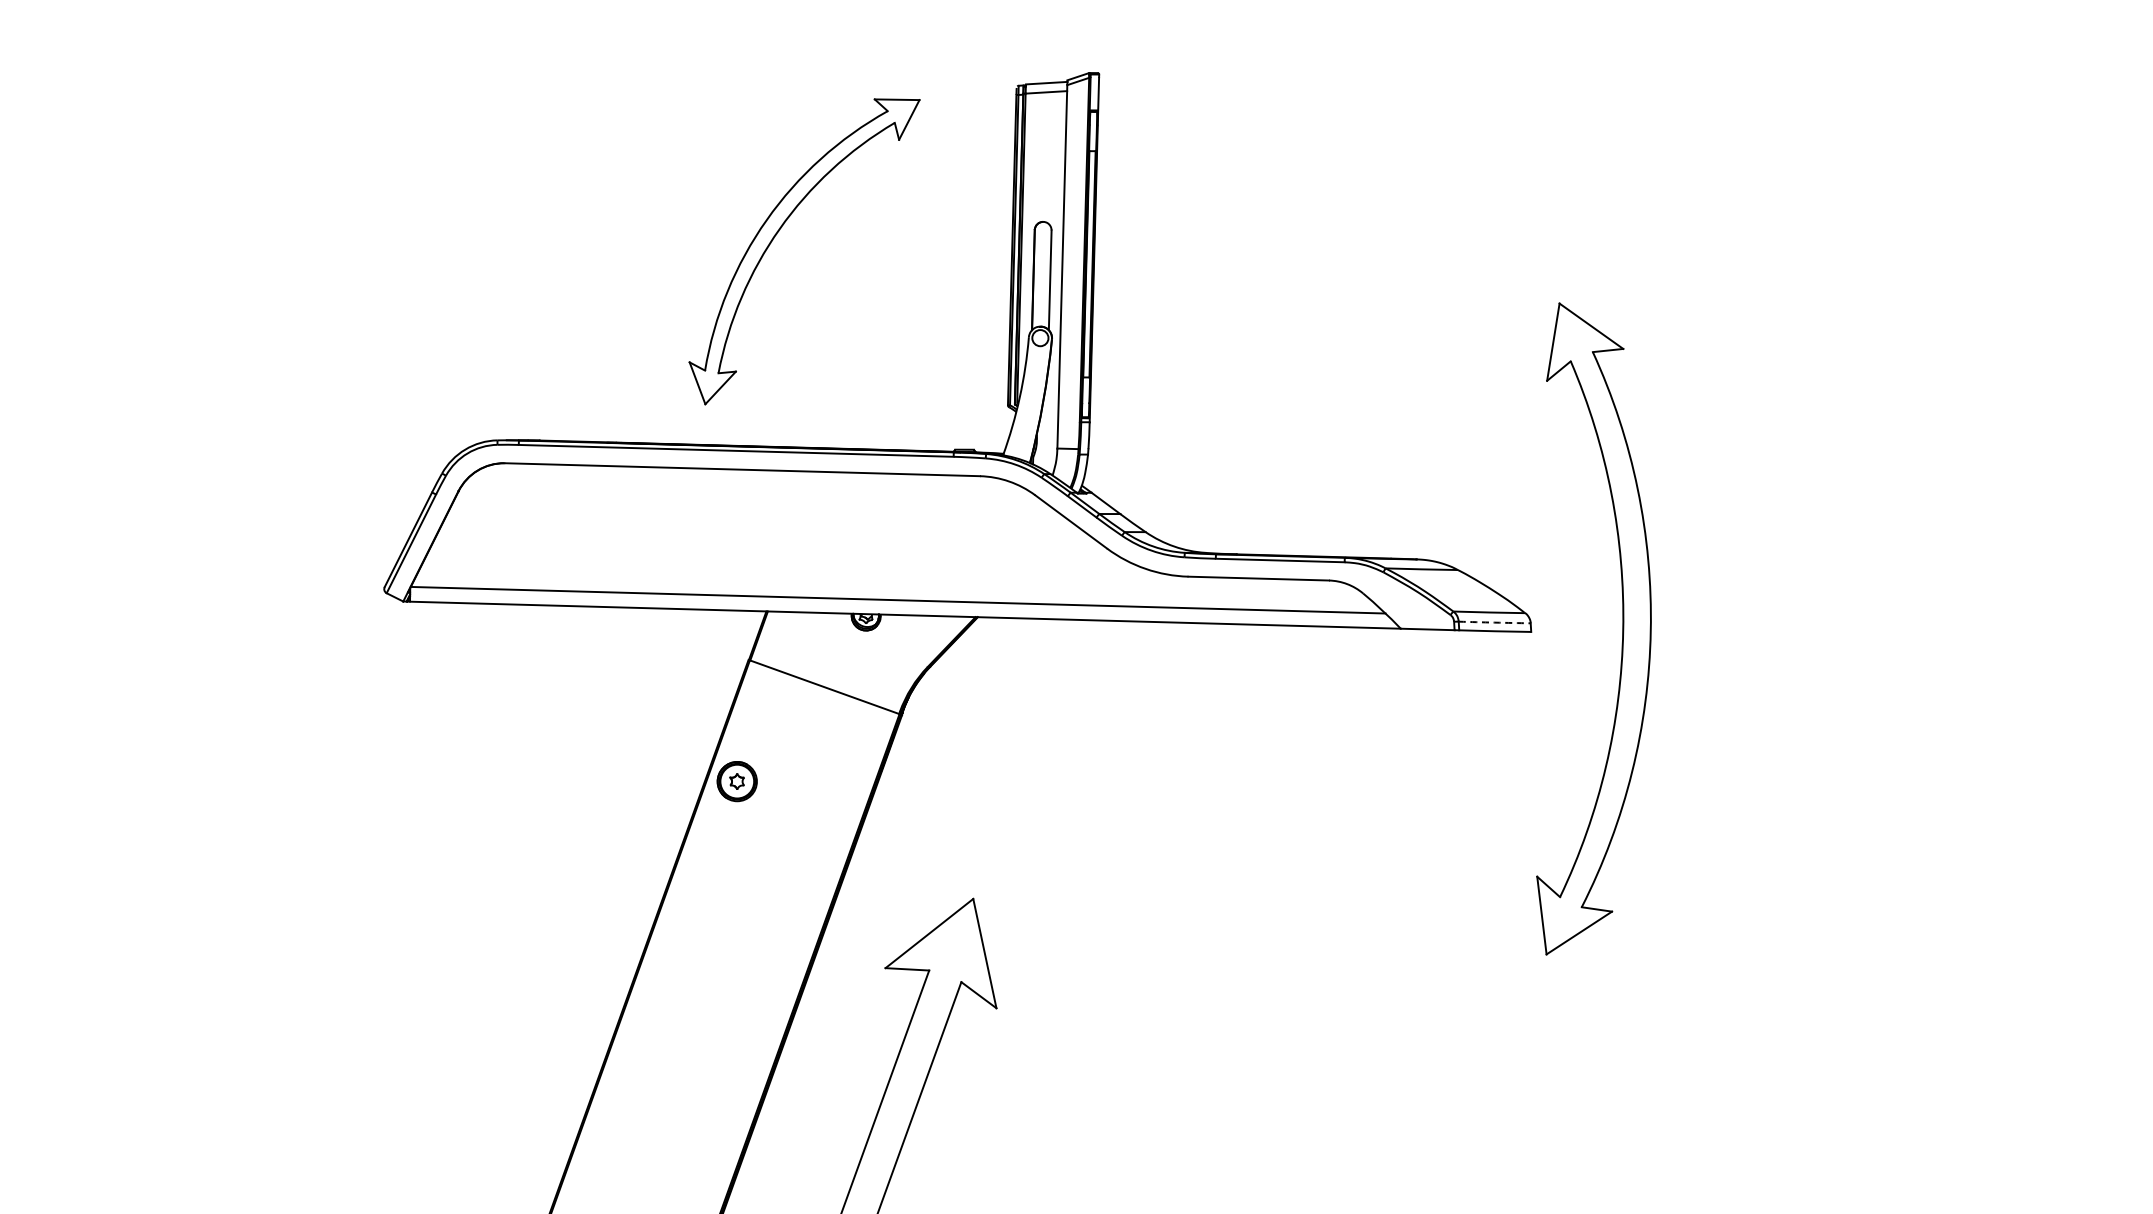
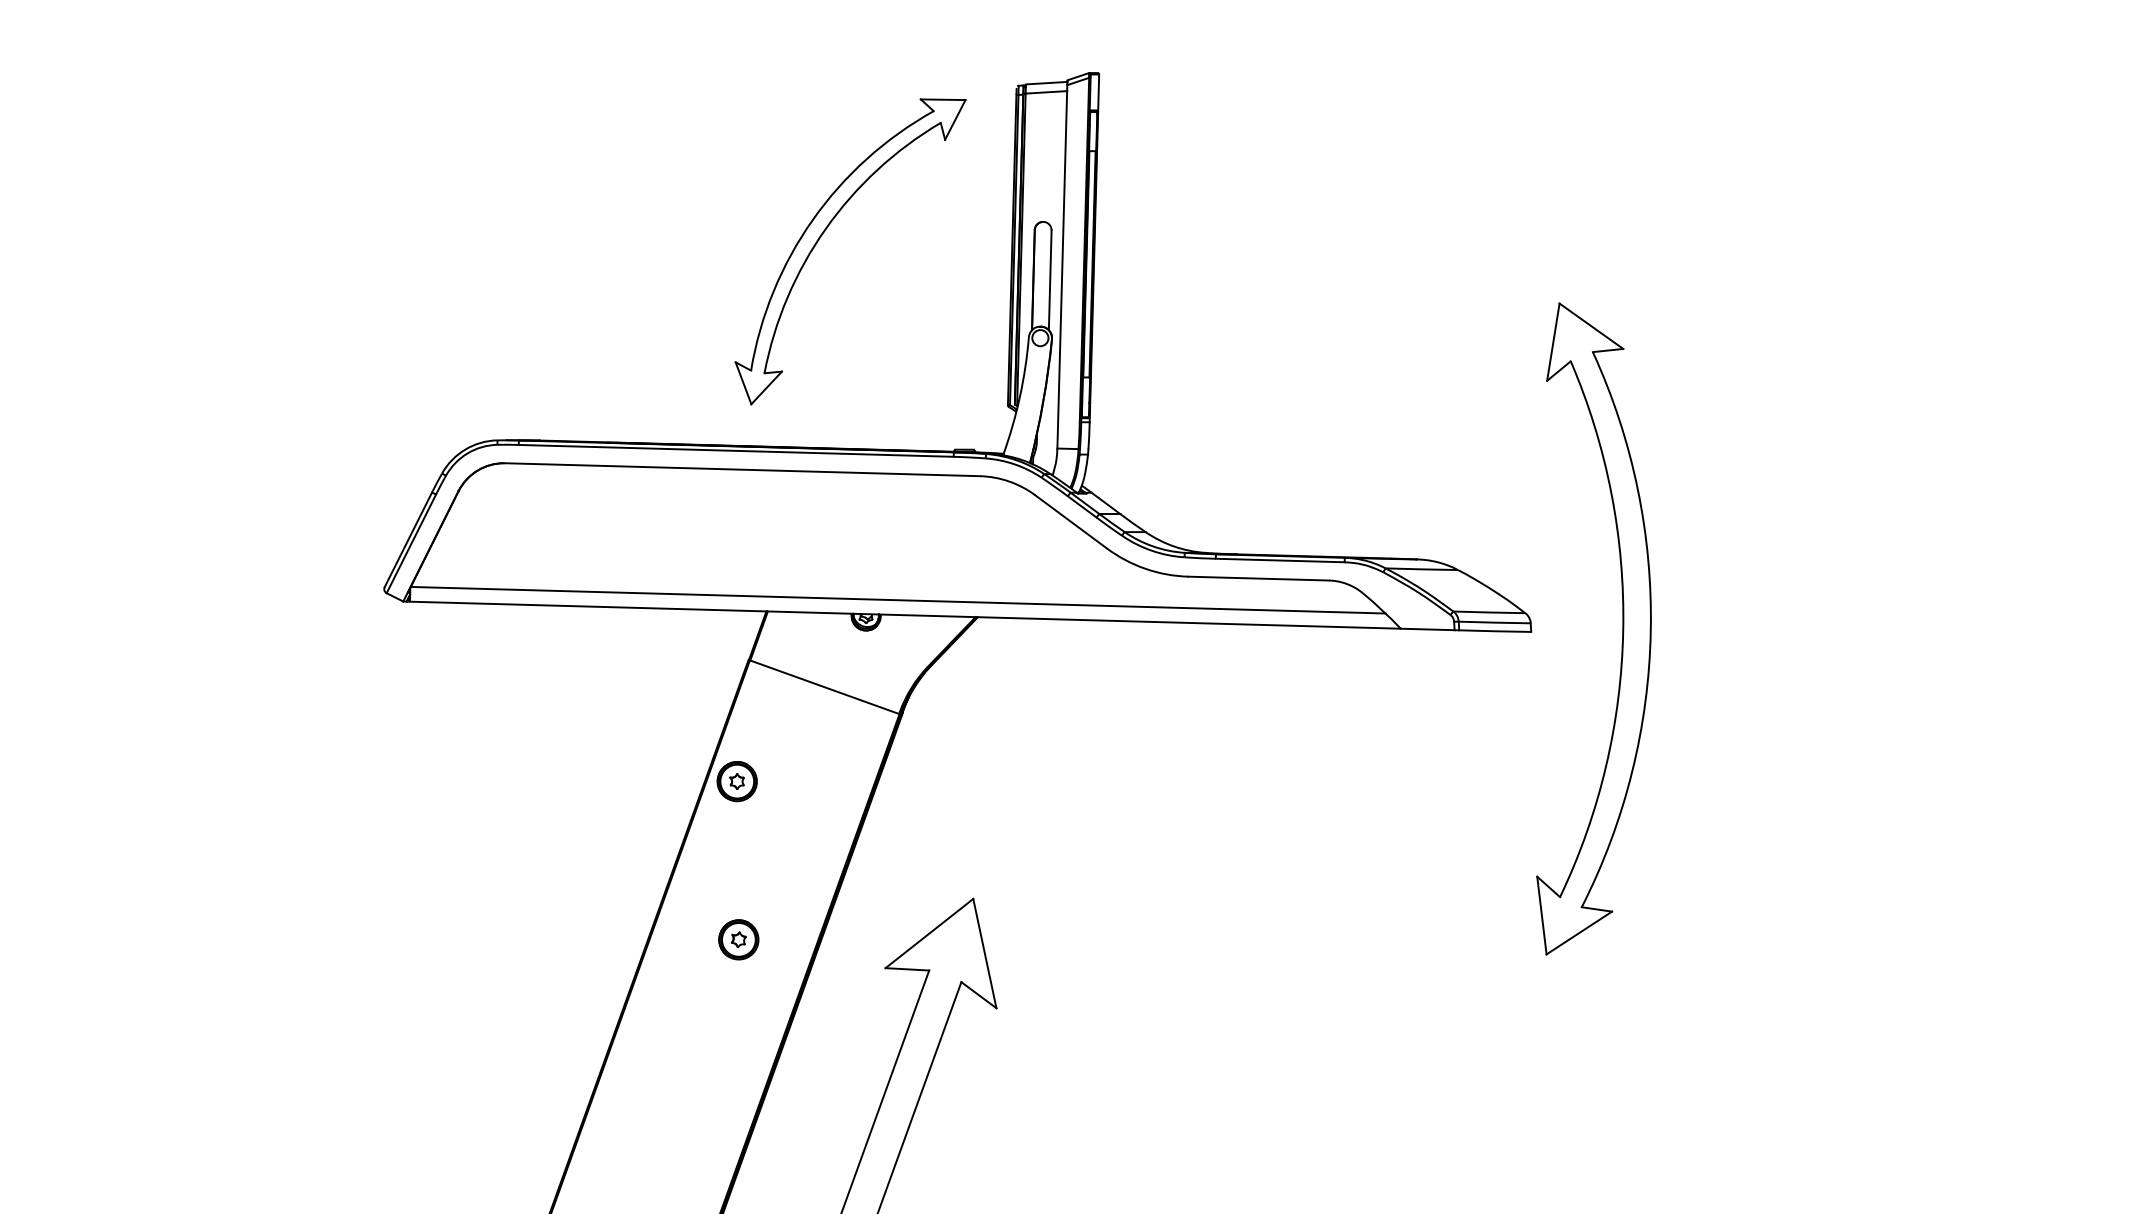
part at (777, 234) position: (777, 234) -> (823, 234)
arc at (1494, 622): dashed -> solid
part at (738, 939): none -> present
